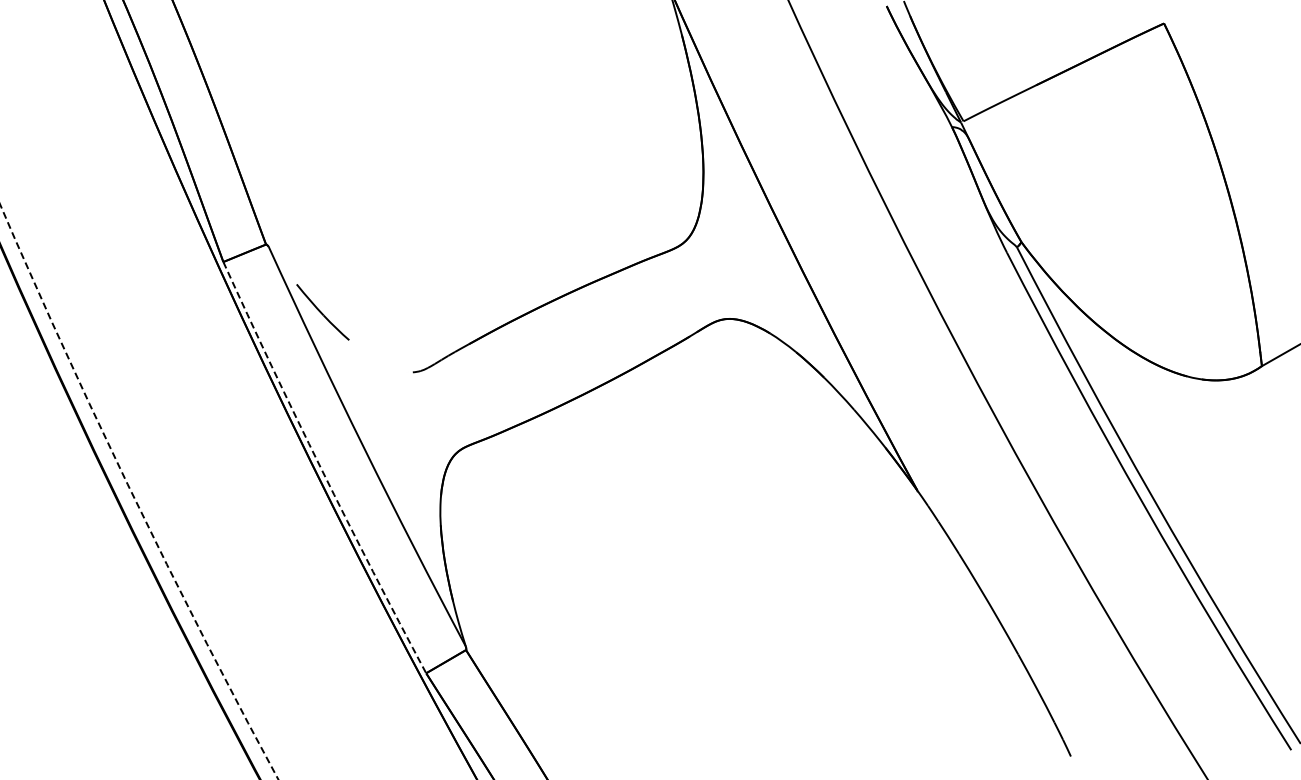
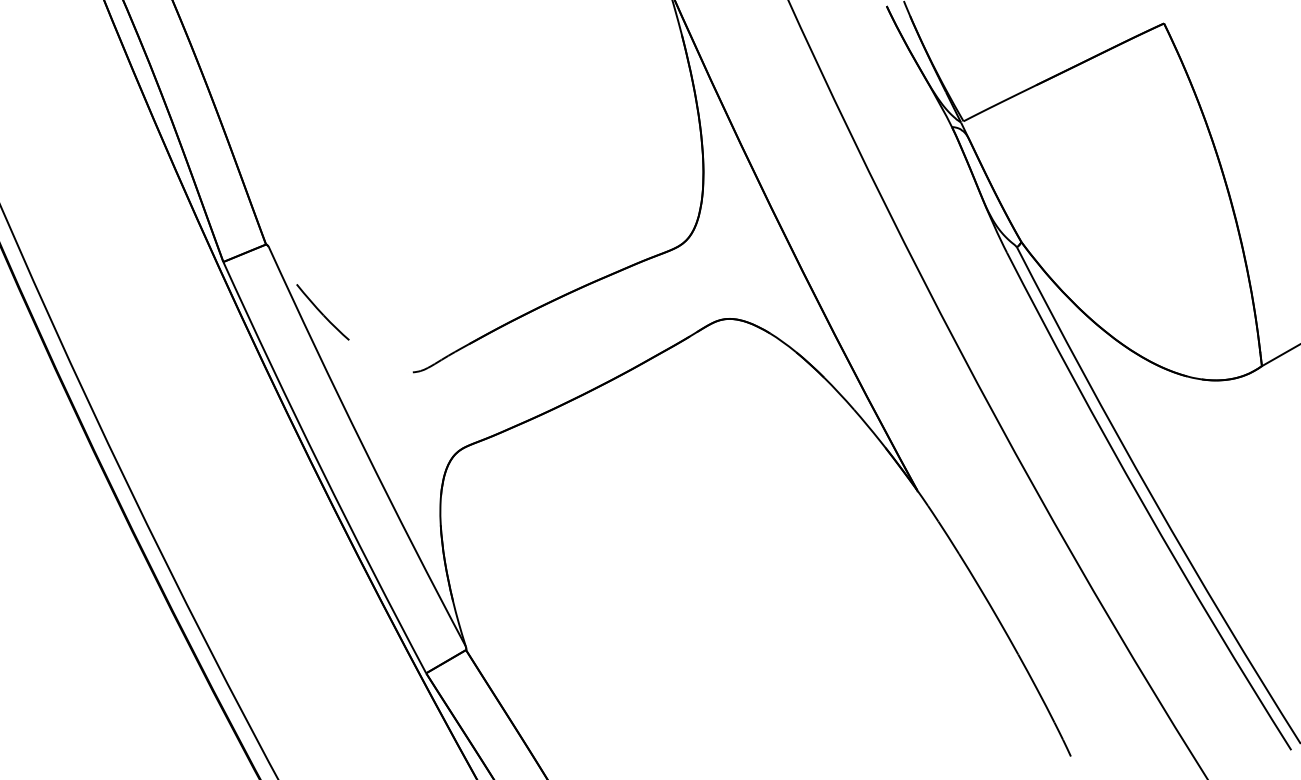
arc at (321, 469): dashed -> solid
arc at (133, 495): dashed -> solid
